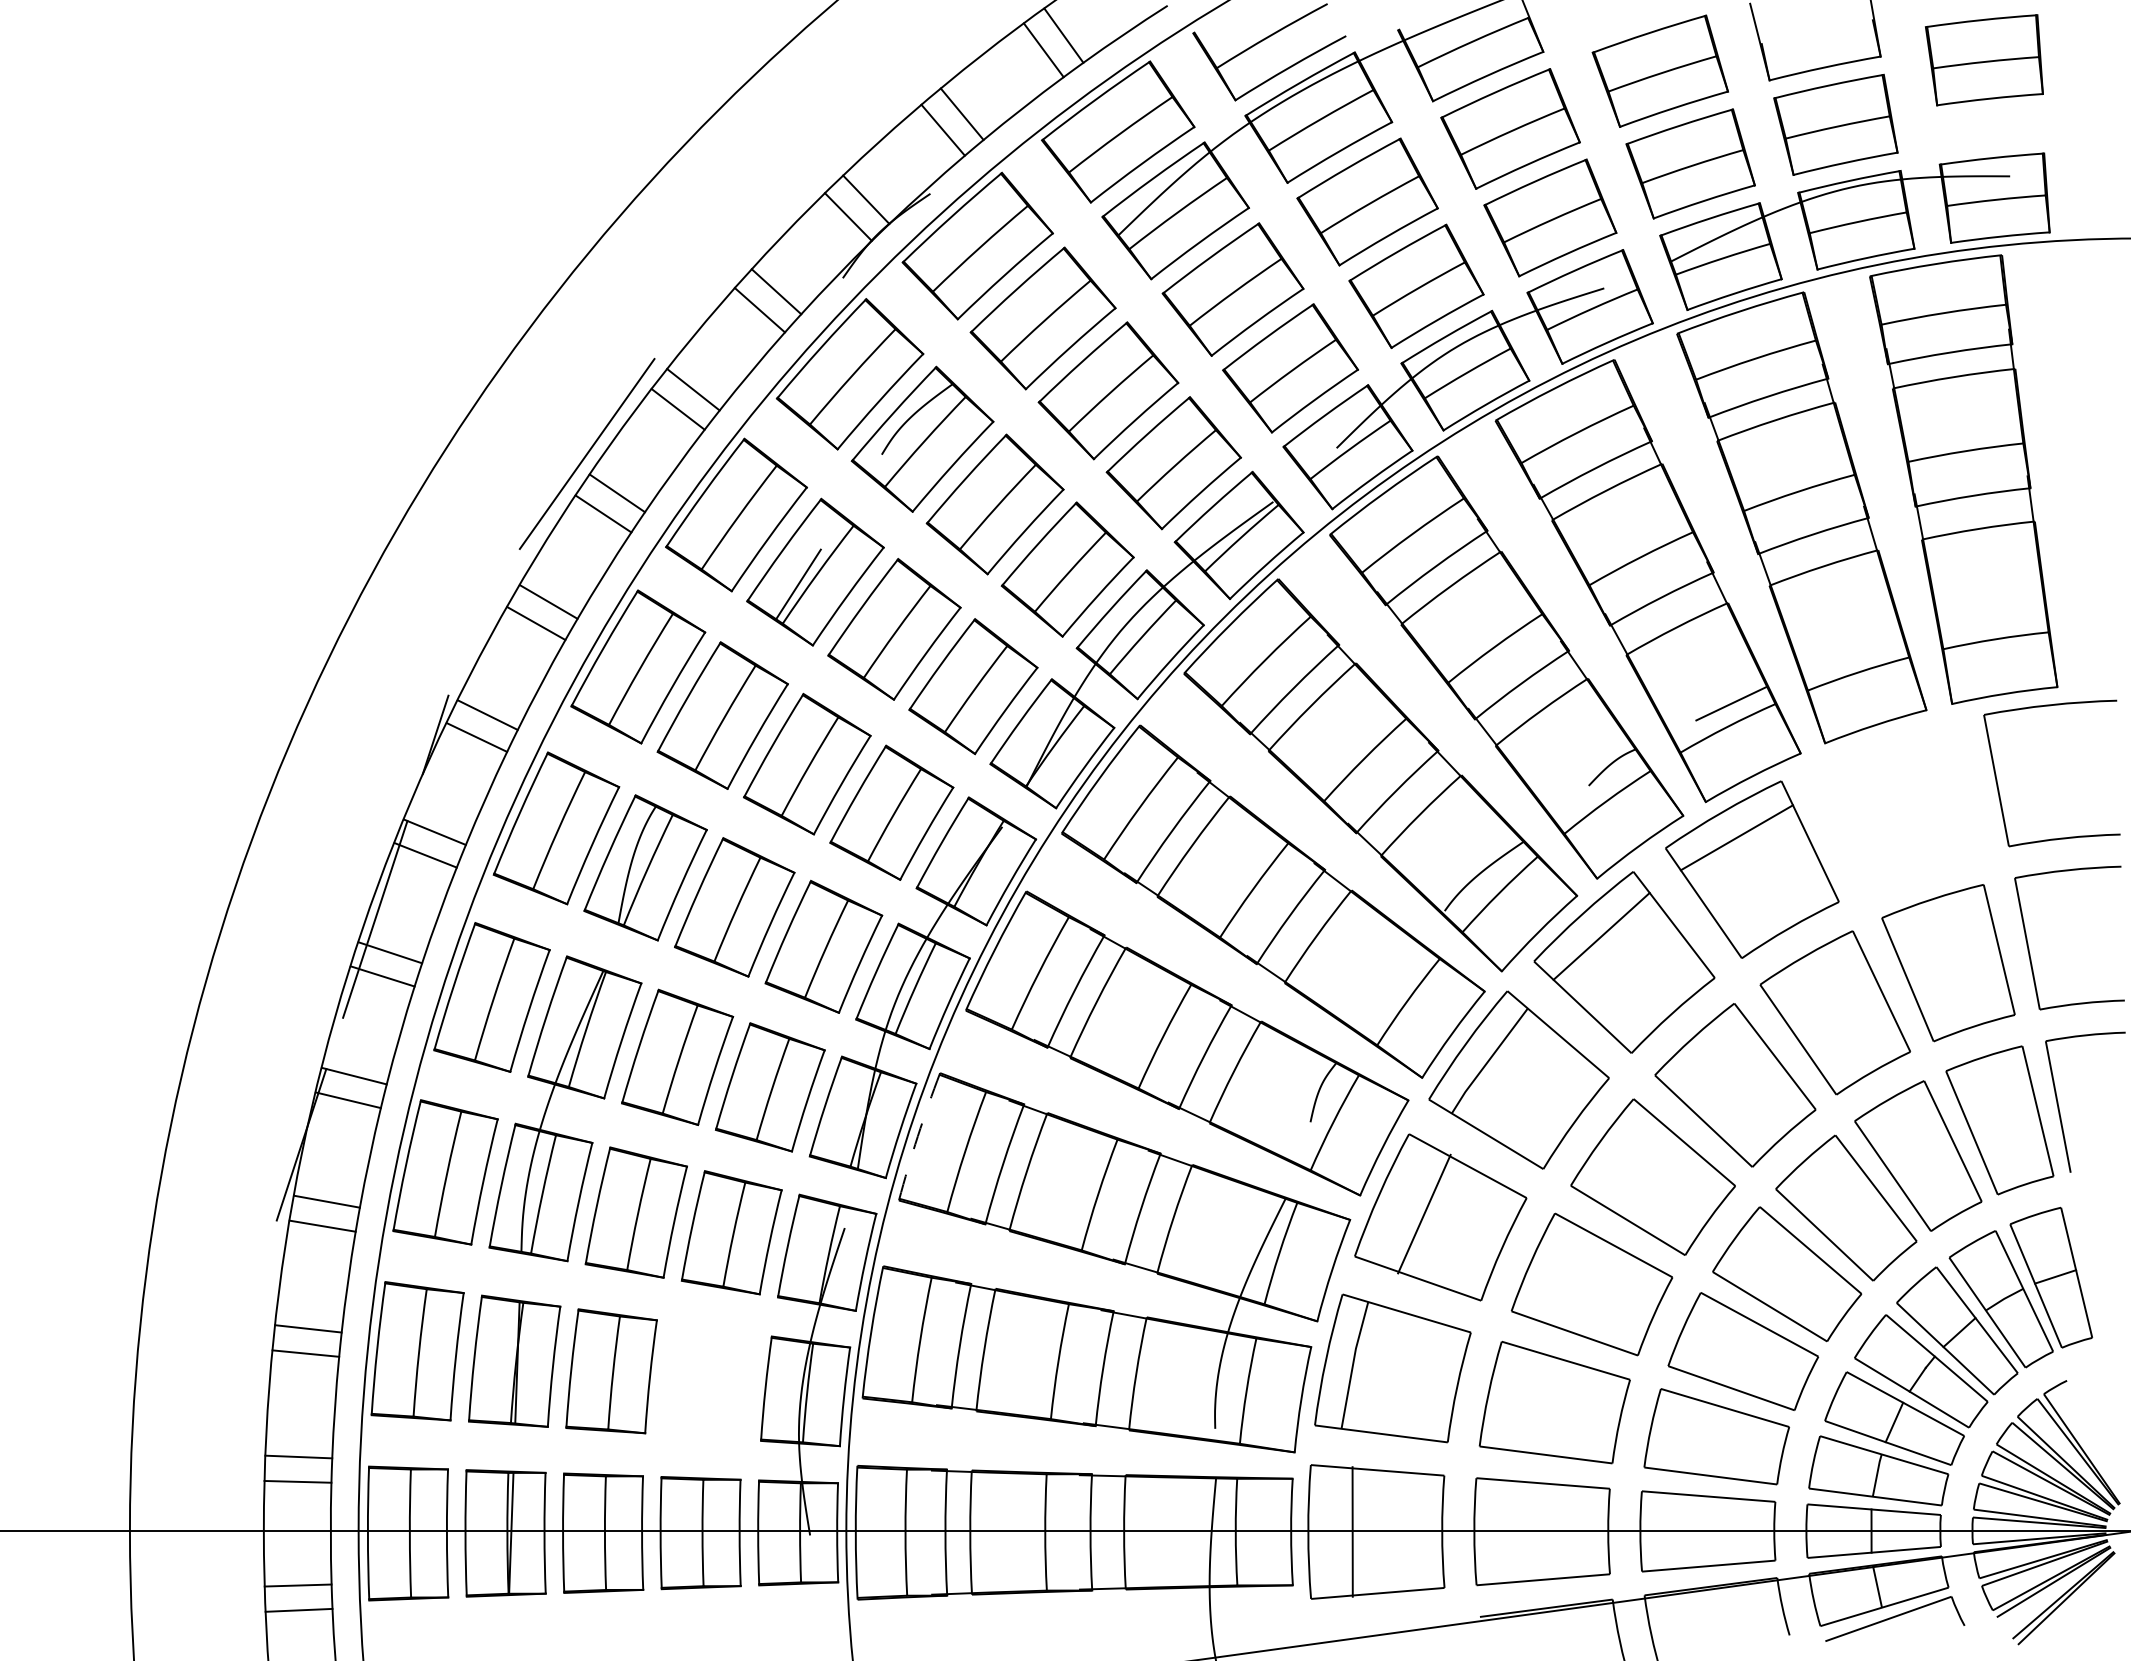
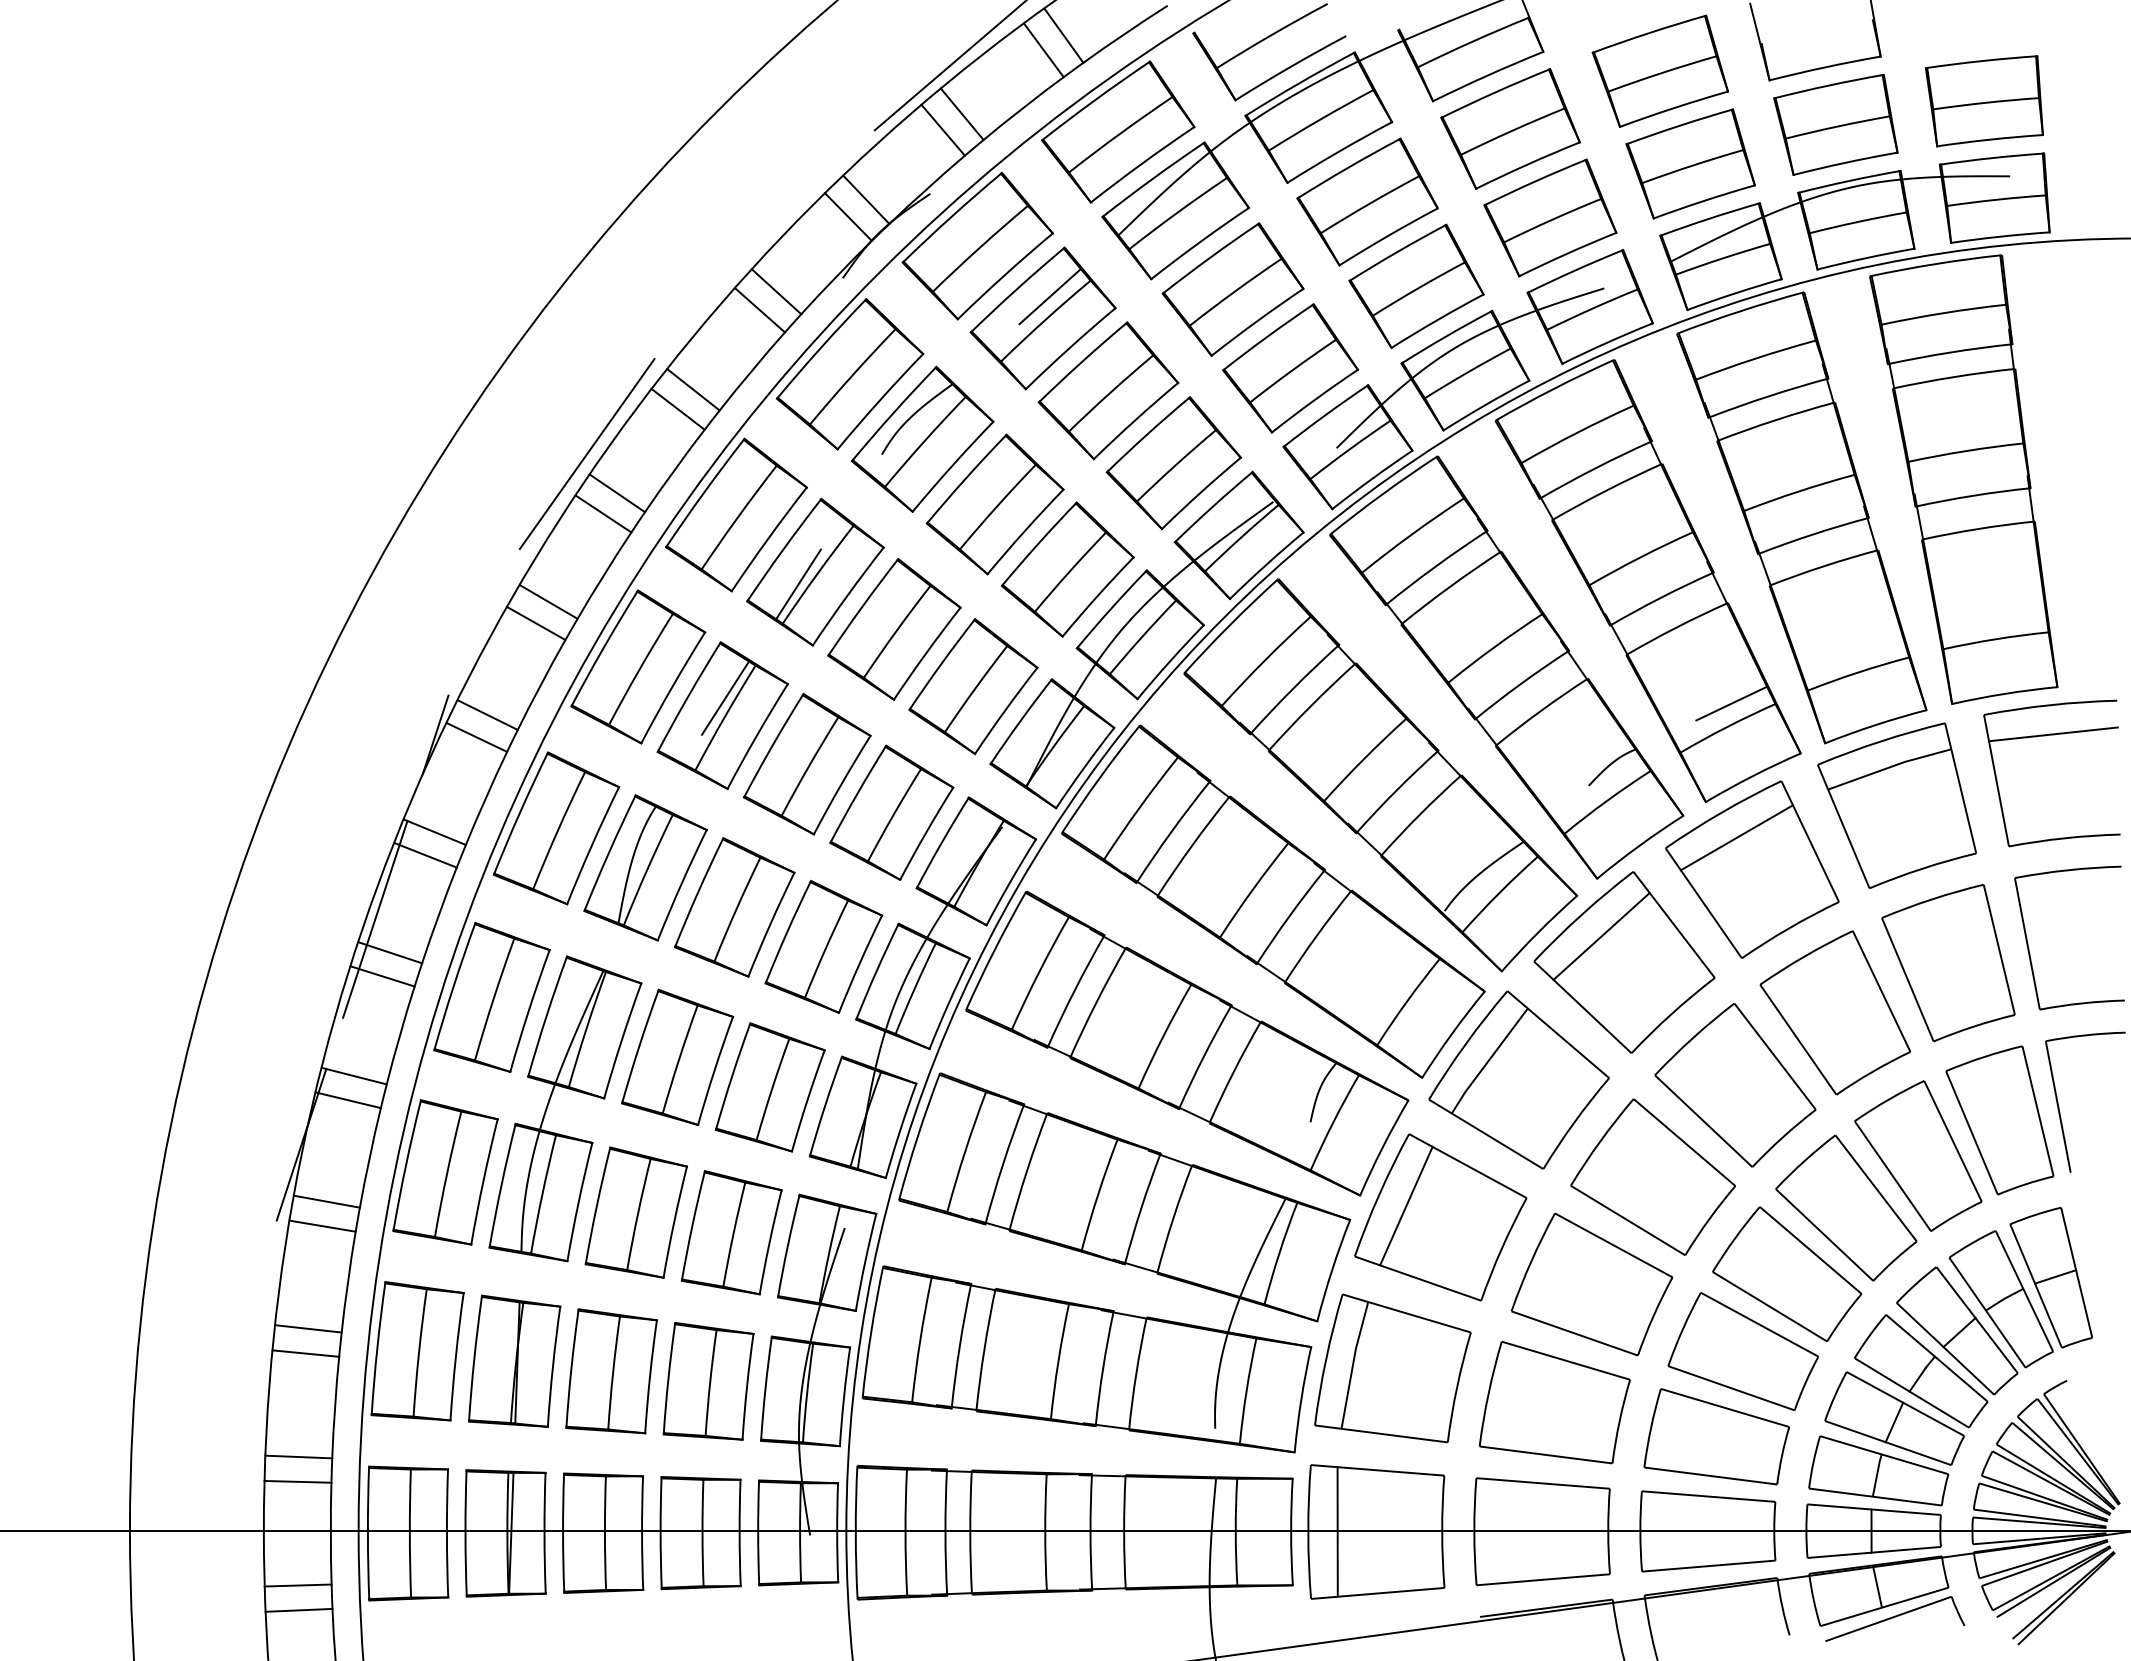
part at (1984, 60) position: (1984, 60) -> (1984, 101)
line at (949, 66): none -> present
line at (1049, 296): none -> present
line at (725, 697): none -> present
line at (2053, 734): none -> present
part at (1896, 805): none -> present
arc at (917, 1136): dashed -> solid
line at (1424, 1213) position: (1424, 1213) -> (1406, 1205)
part at (708, 1381): none -> present
line at (1352, 1531) position: (1352, 1531) -> (1337, 1531)
